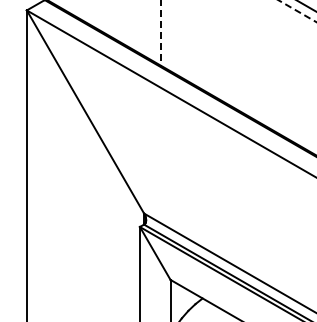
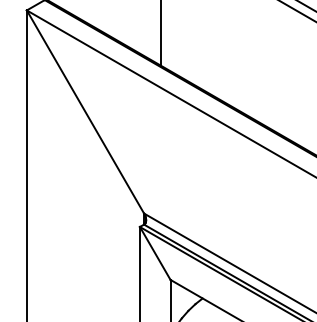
line at (297, 11): dashed -> solid
line at (161, 33): dashed -> solid
